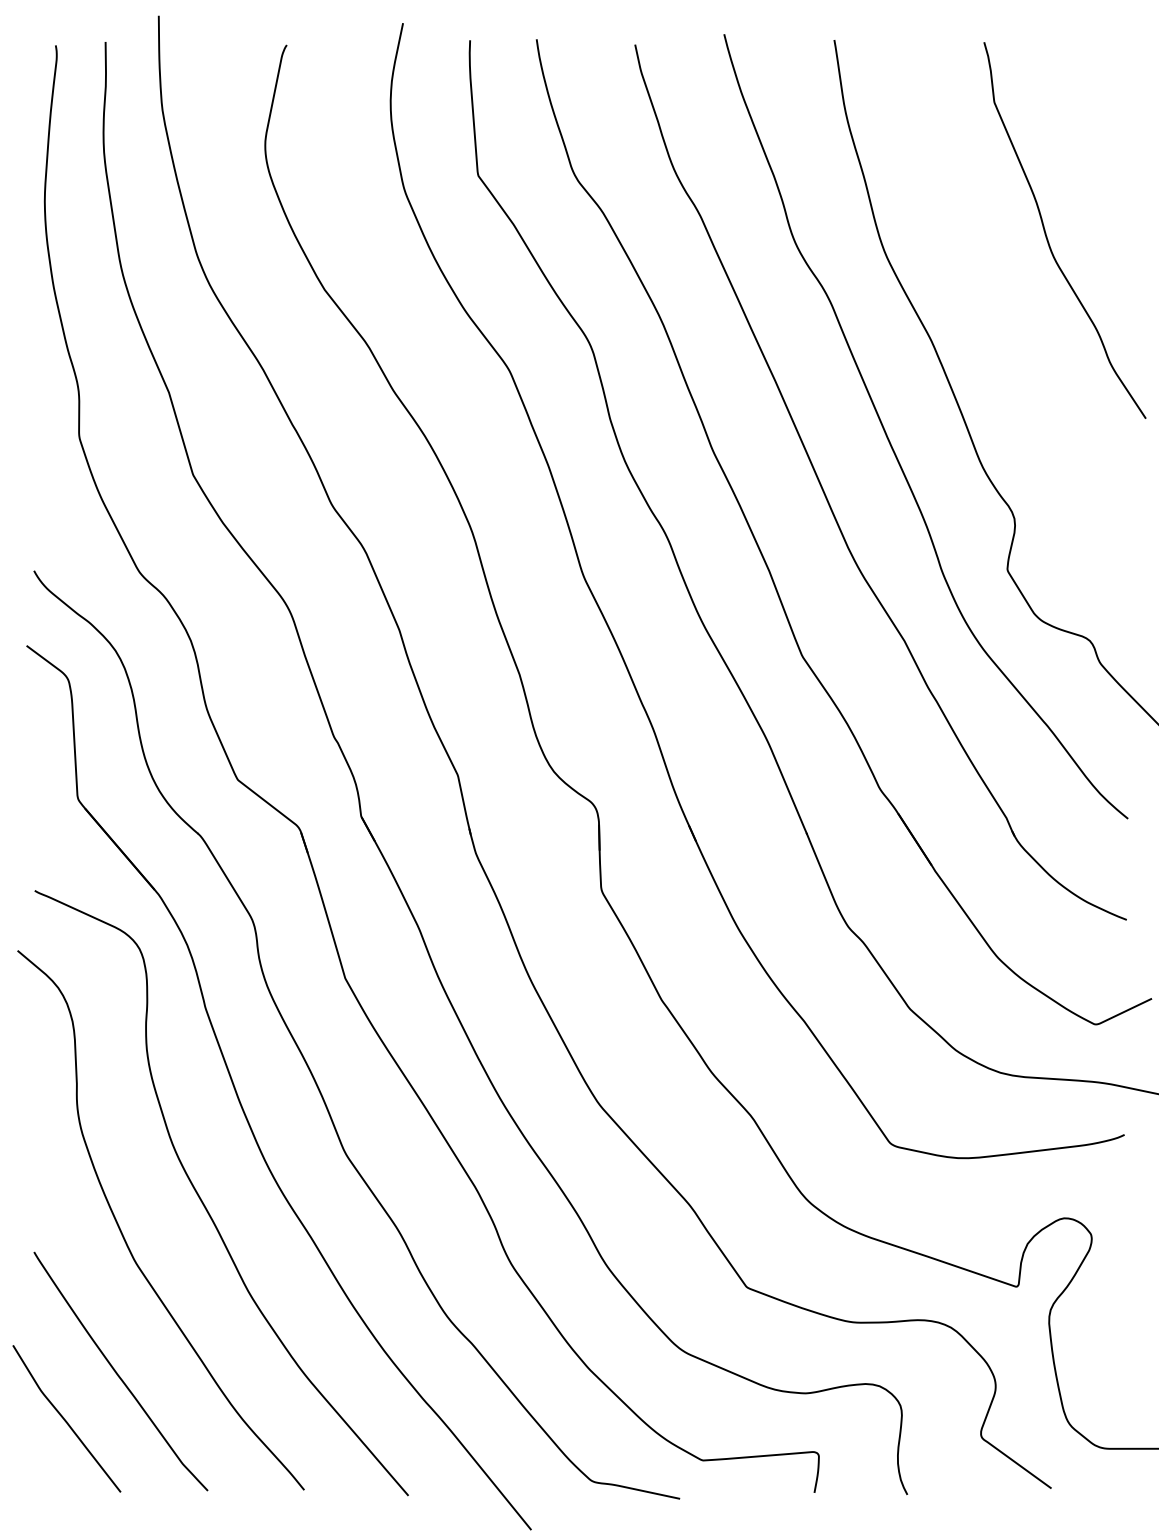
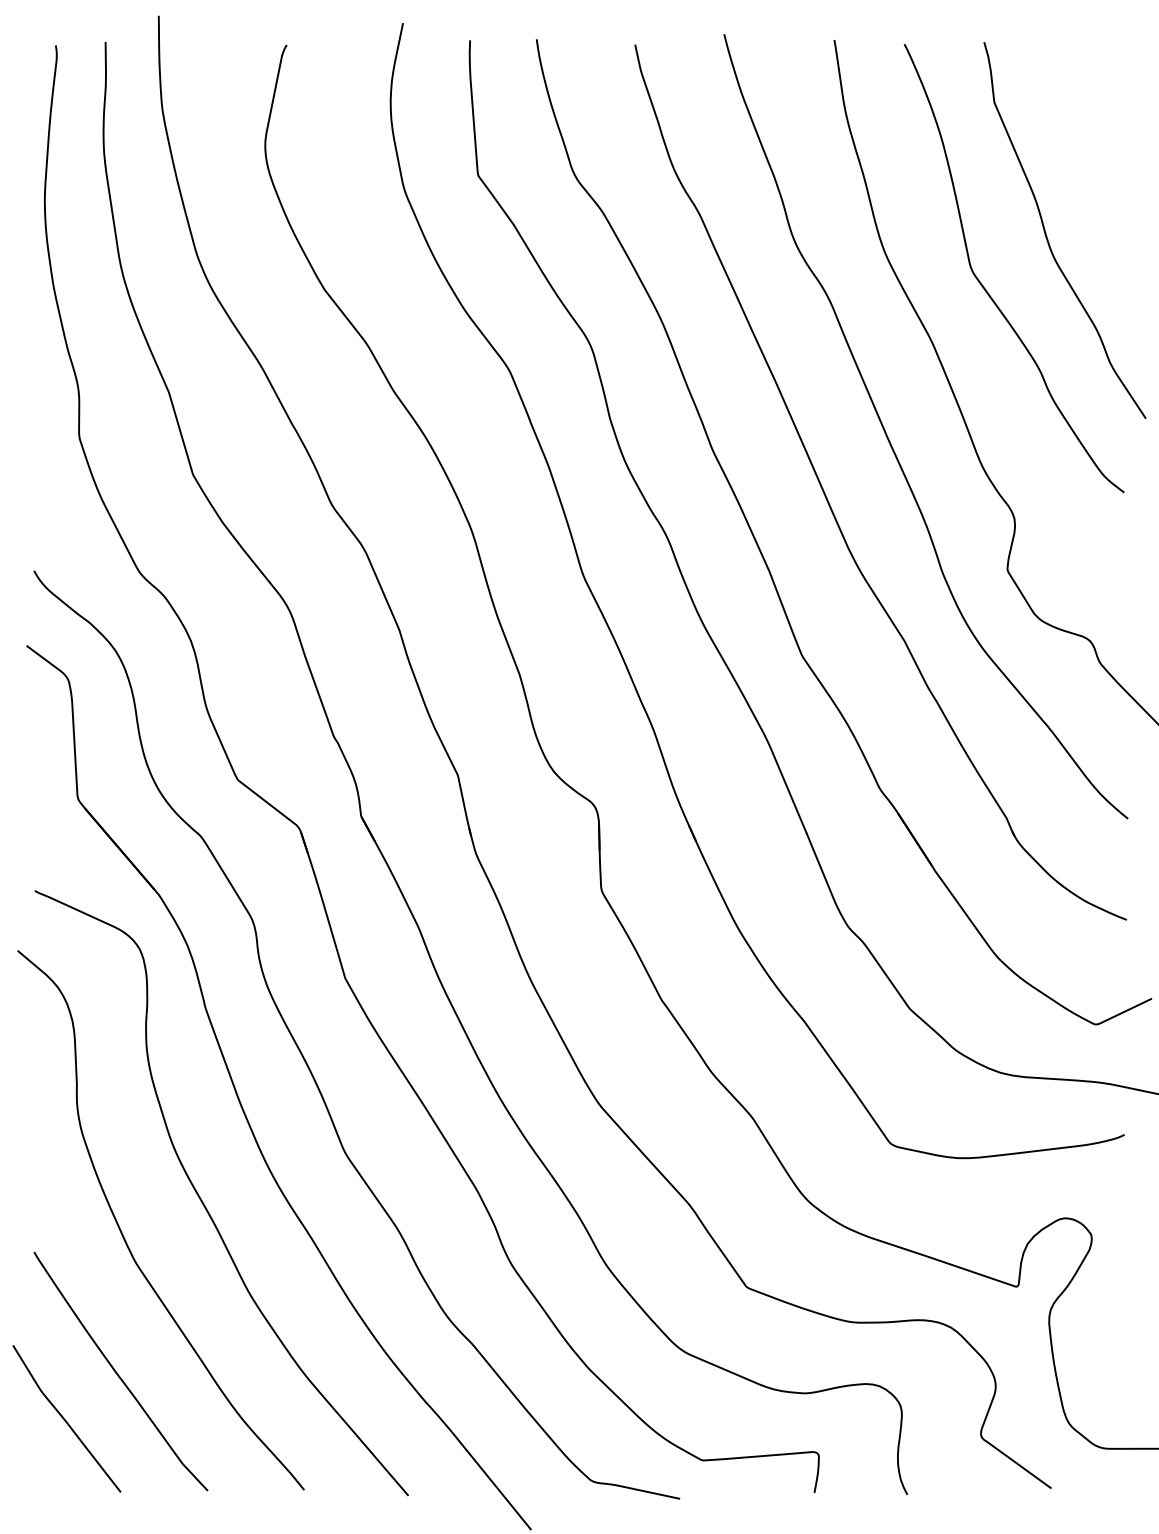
curve at (986, 289): none -> present
